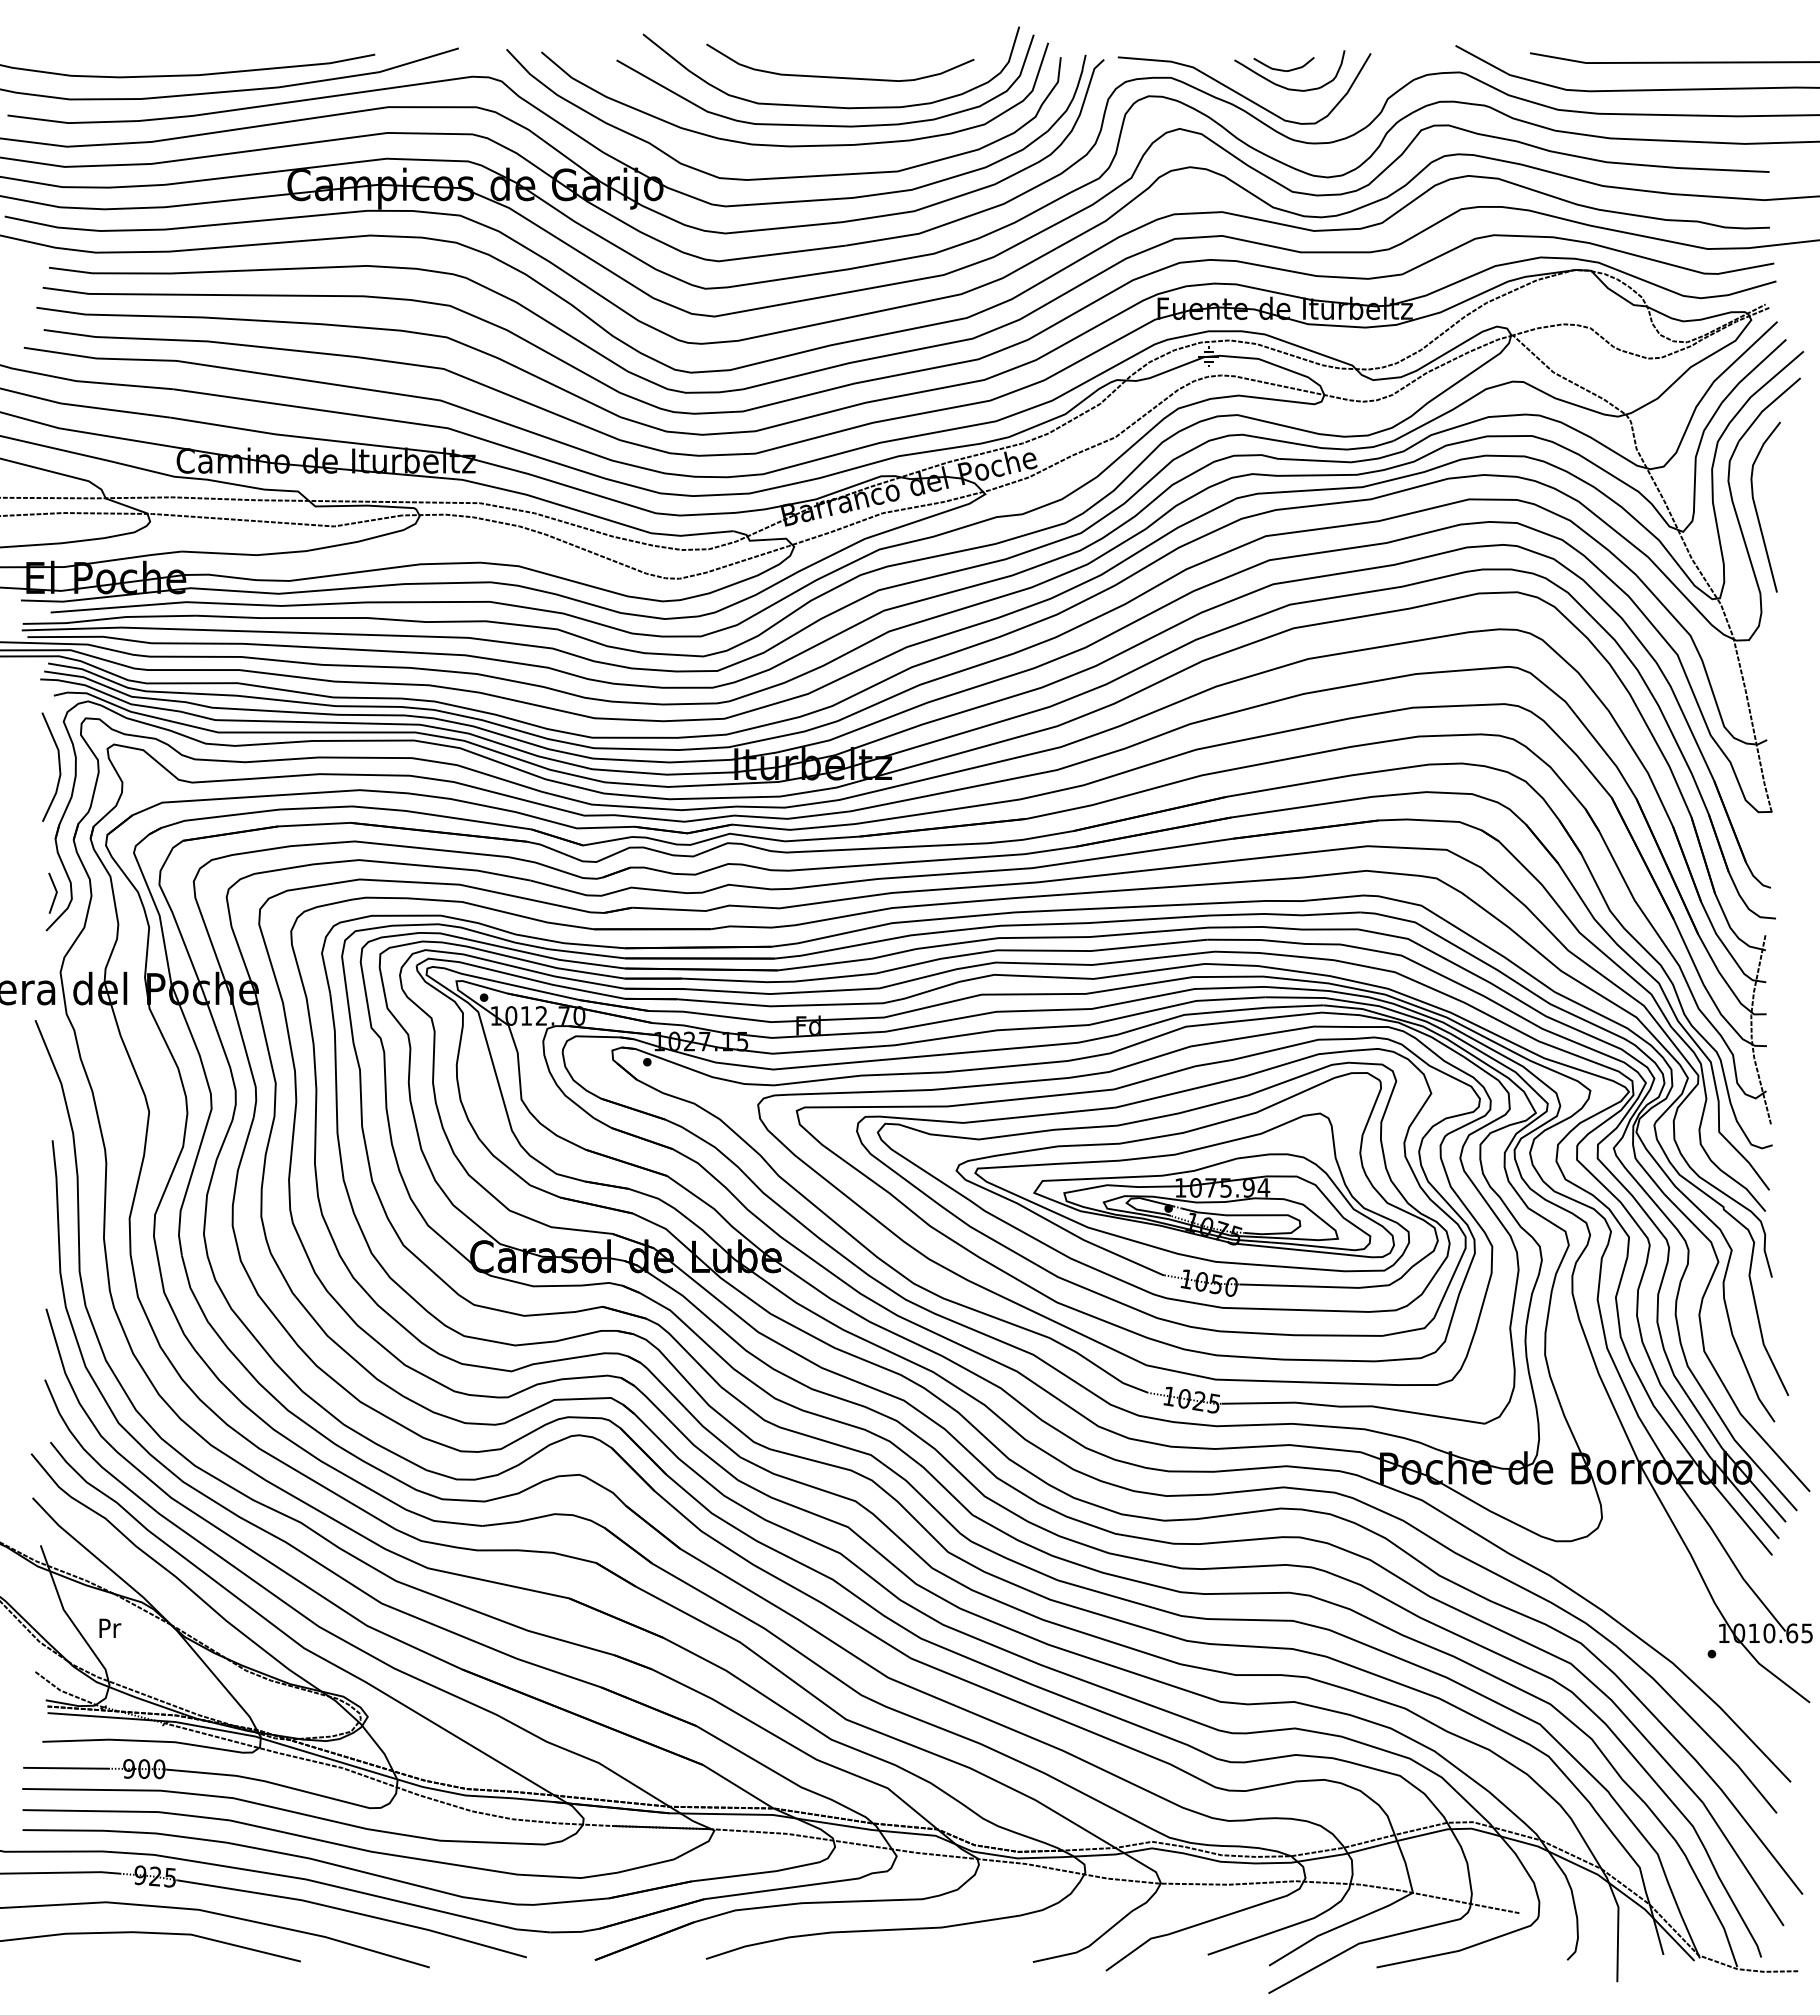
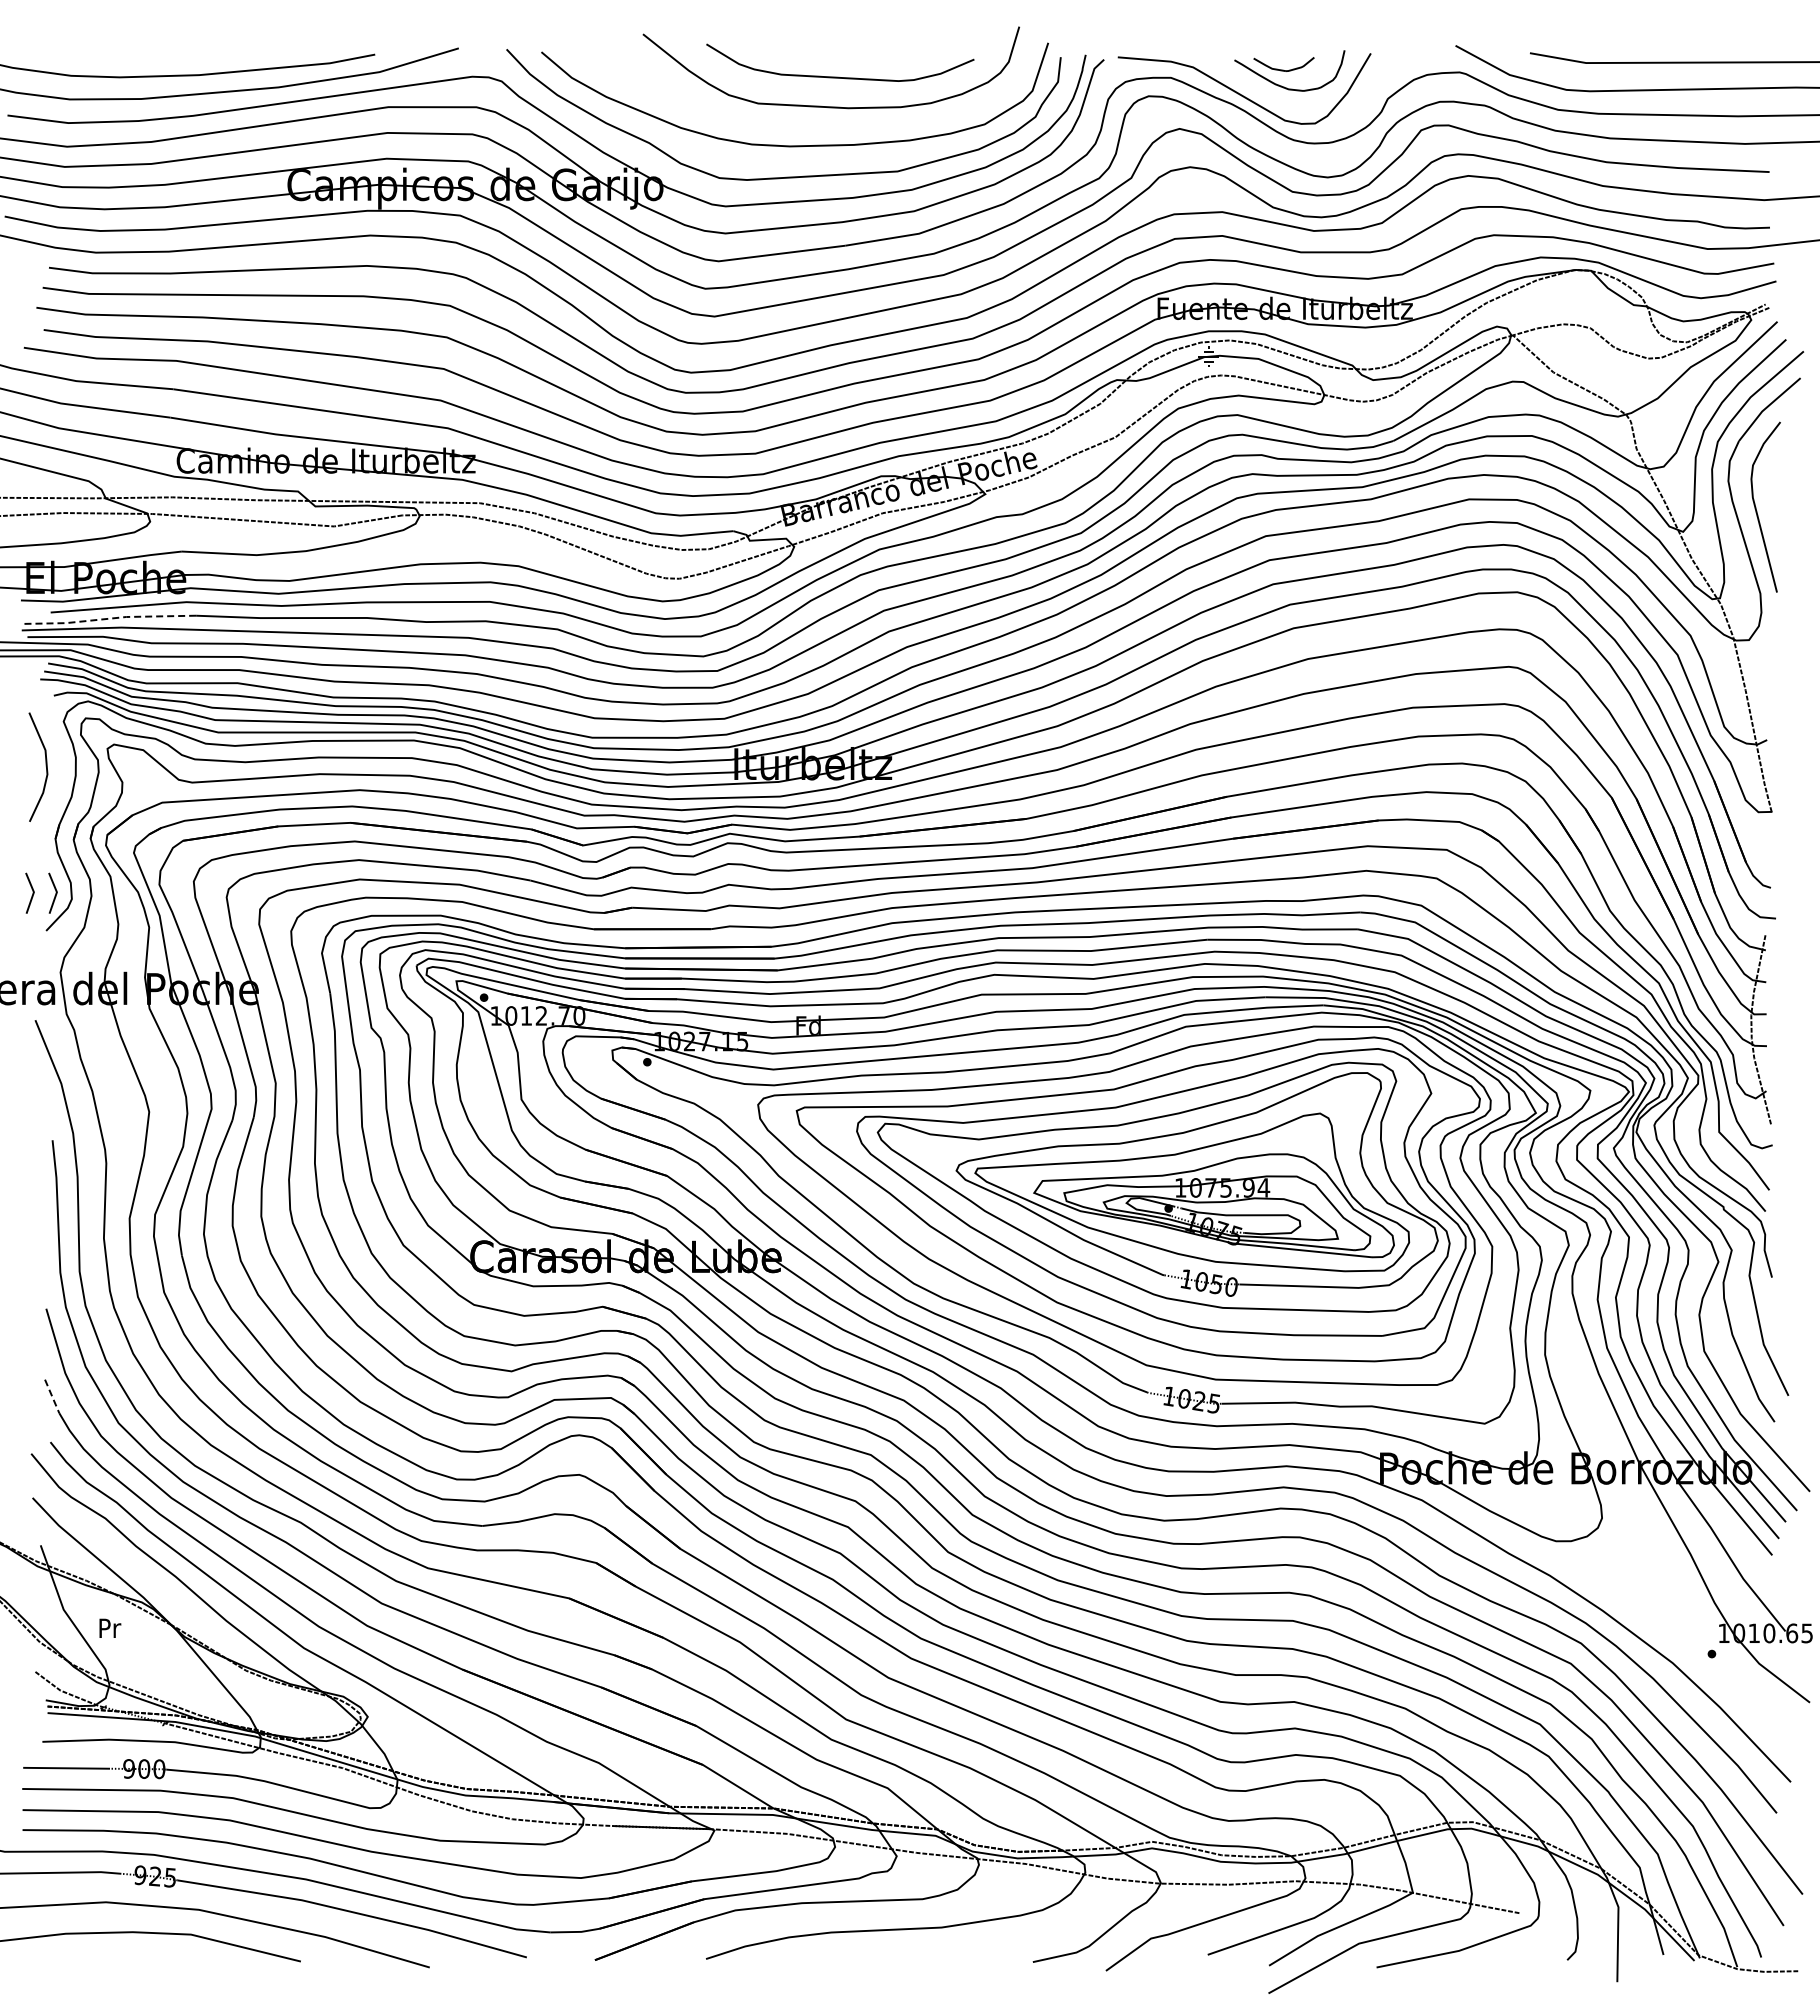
curve at (822, 124): present -> none
line at (108, 618): solid -> dashed
line at (58, 766) position: (58, 766) -> (45, 766)
line at (32, 892): none -> present
line at (52, 1396): solid -> dashed
